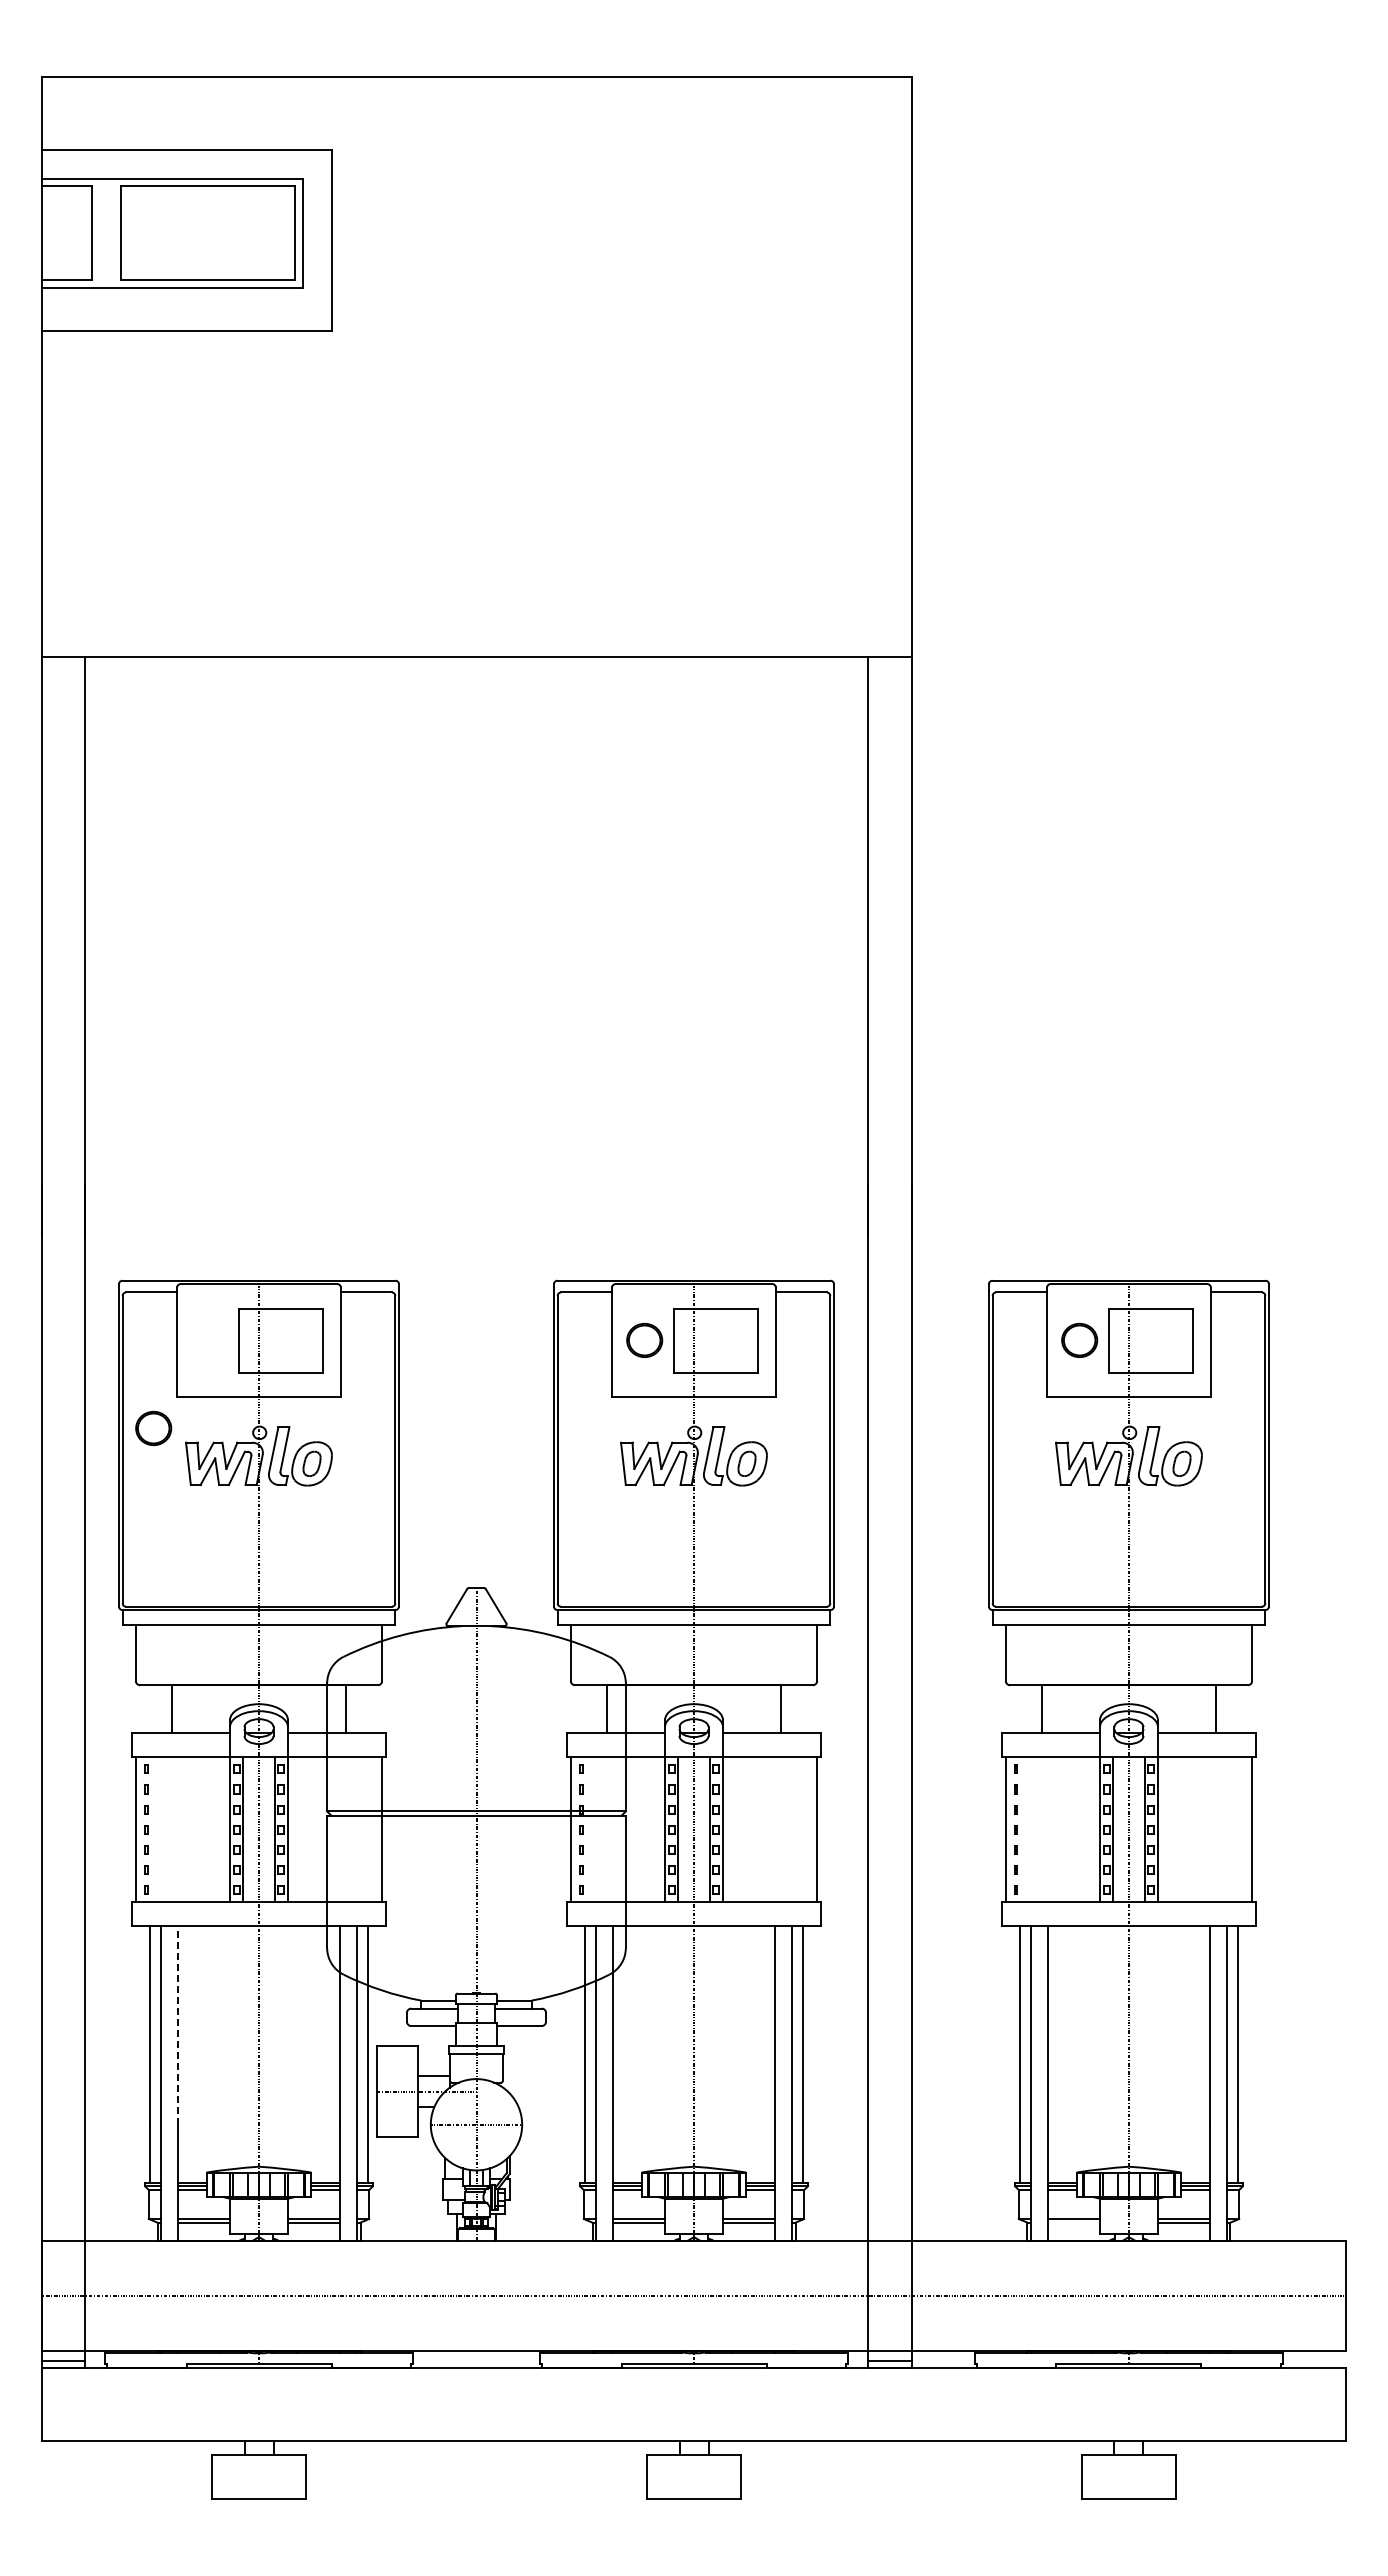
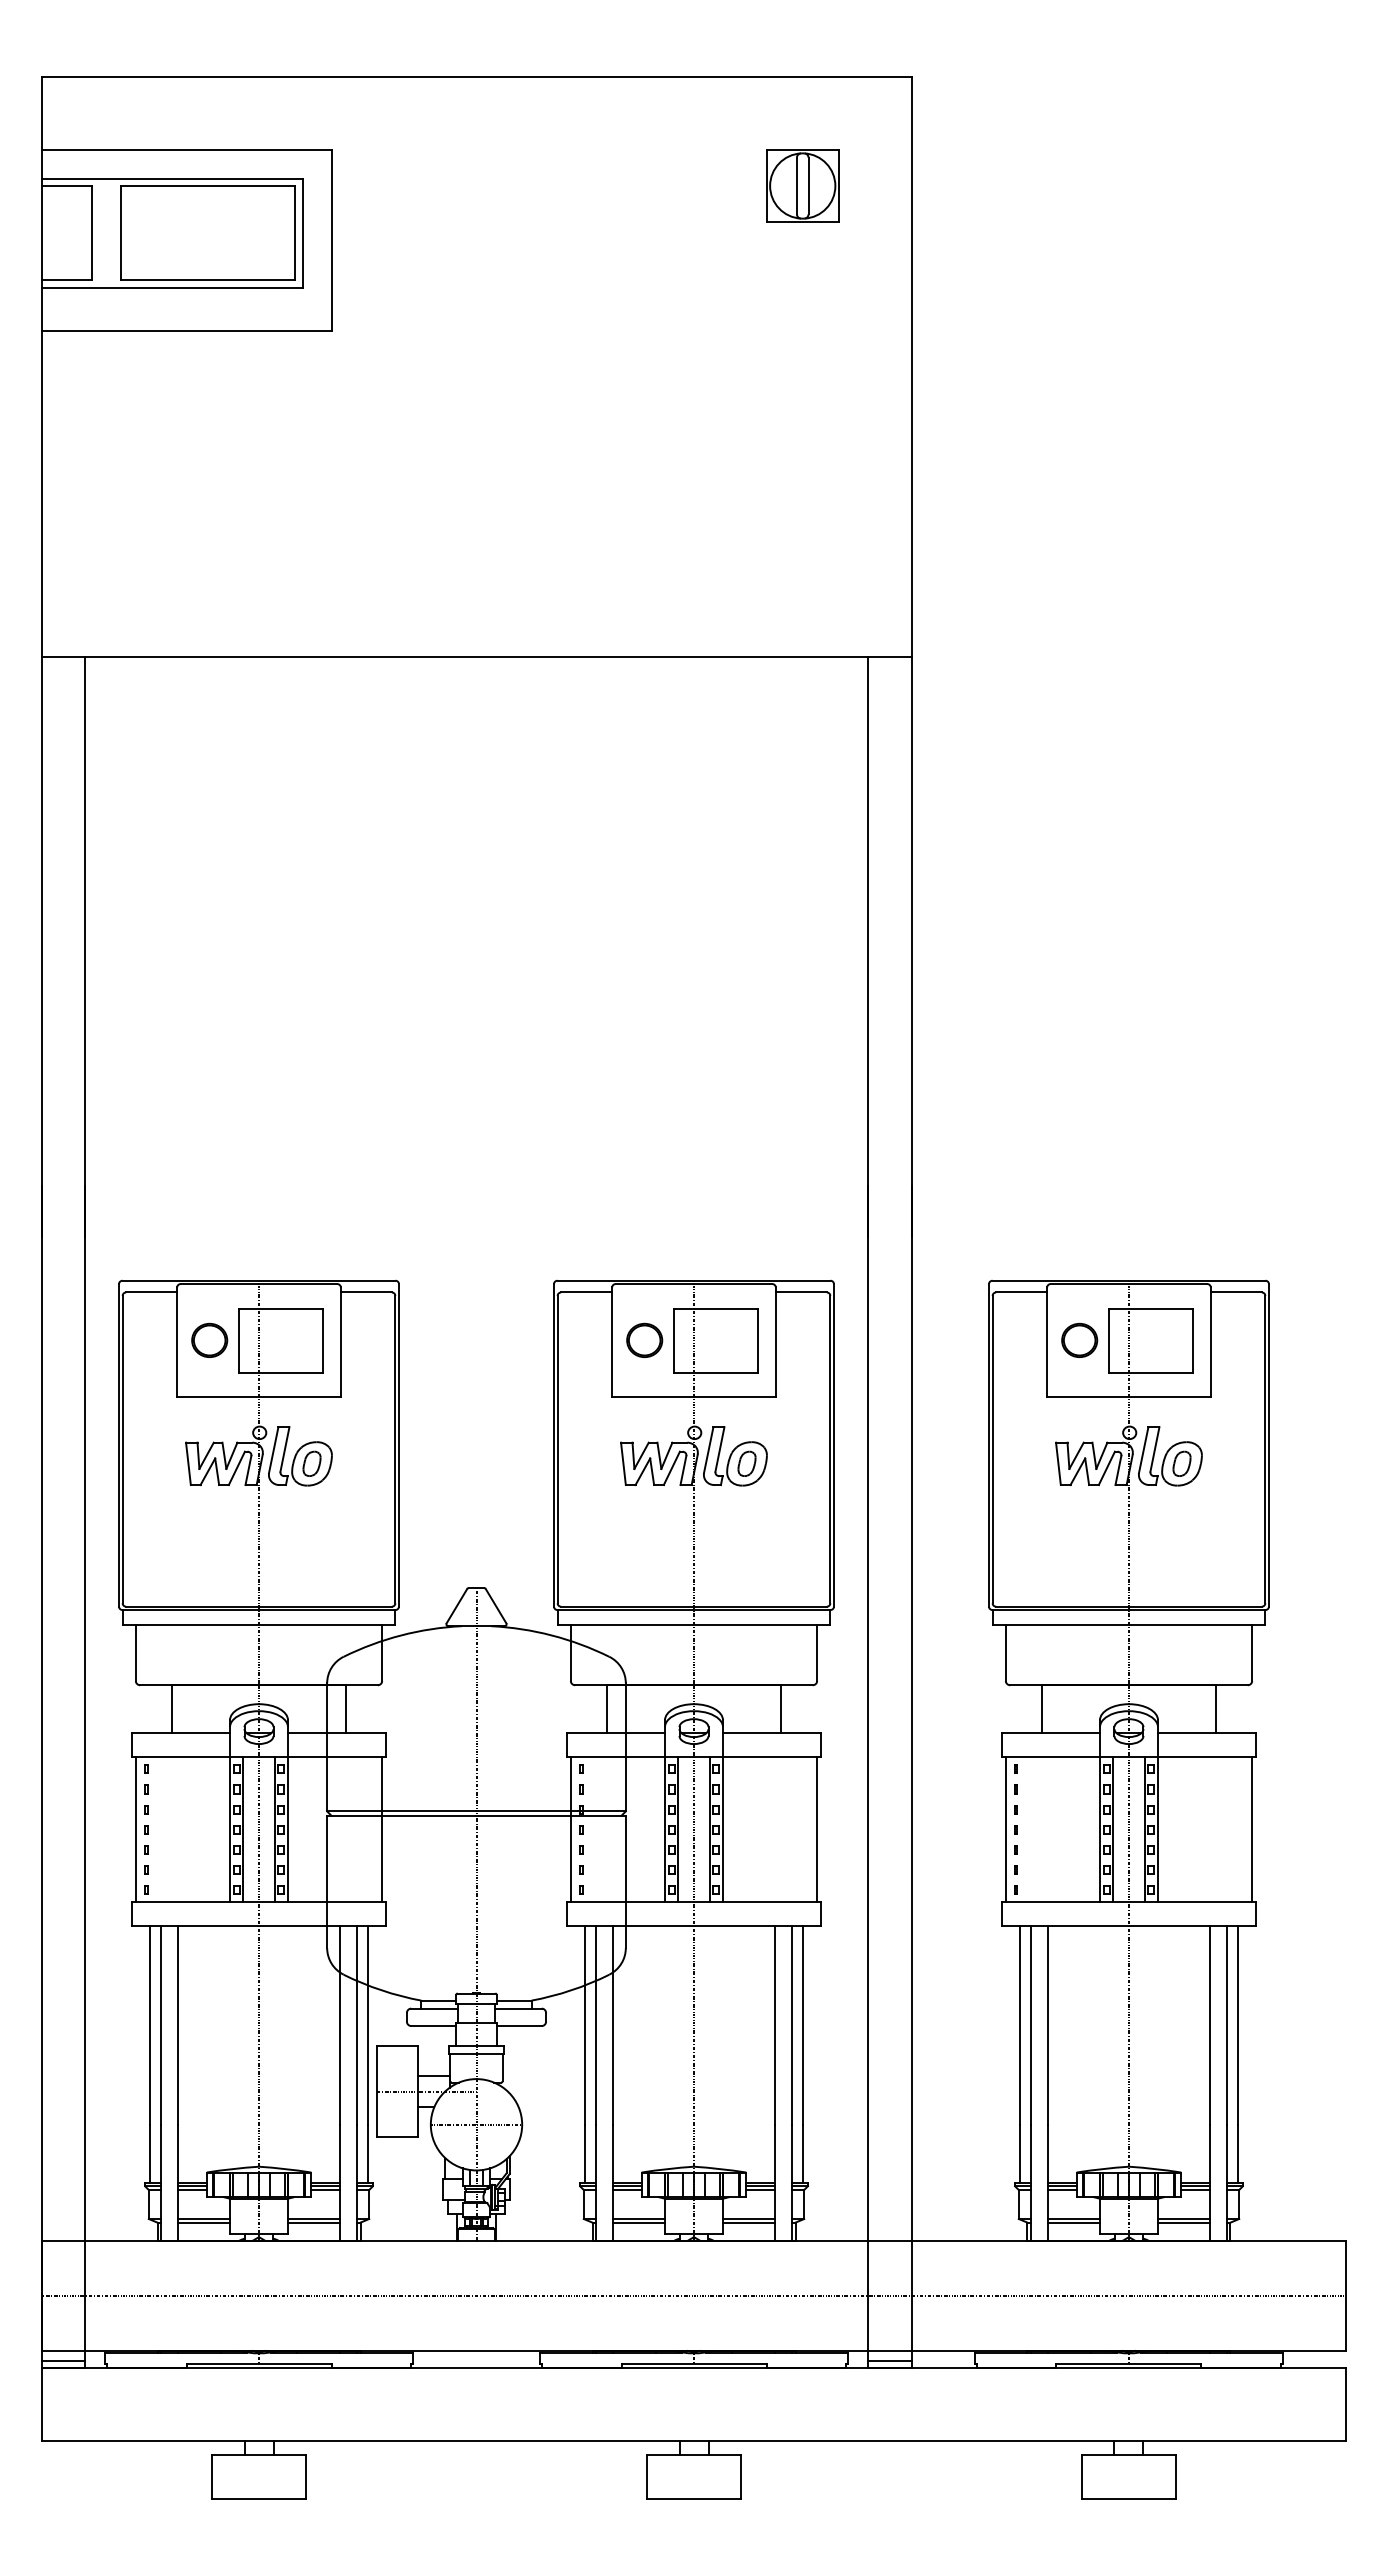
part at (802, 185): none -> present
part at (153, 1427) position: (153, 1427) -> (209, 1339)
line at (177, 2024): dashed -> solid
line at (1073, 2222): none -> present
